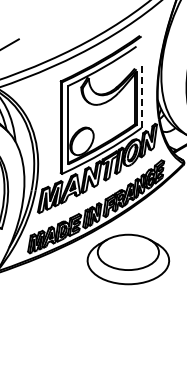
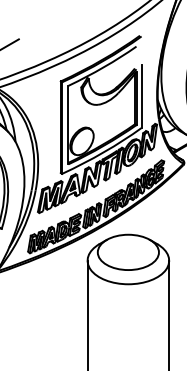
line at (141, 96): dashed -> solid
line at (87, 313): none -> present
line at (169, 313): none -> present
